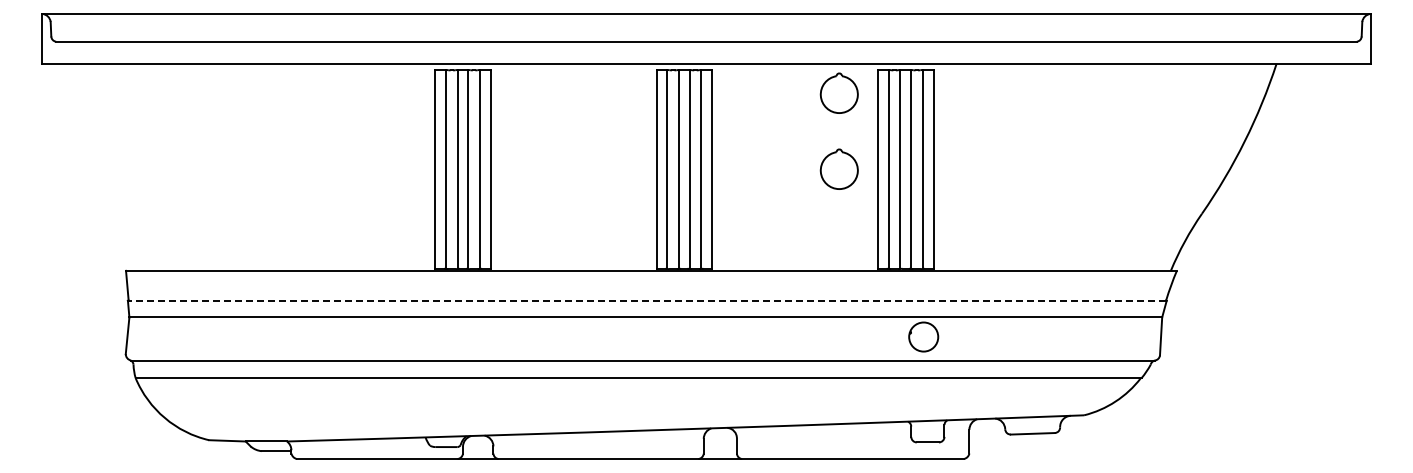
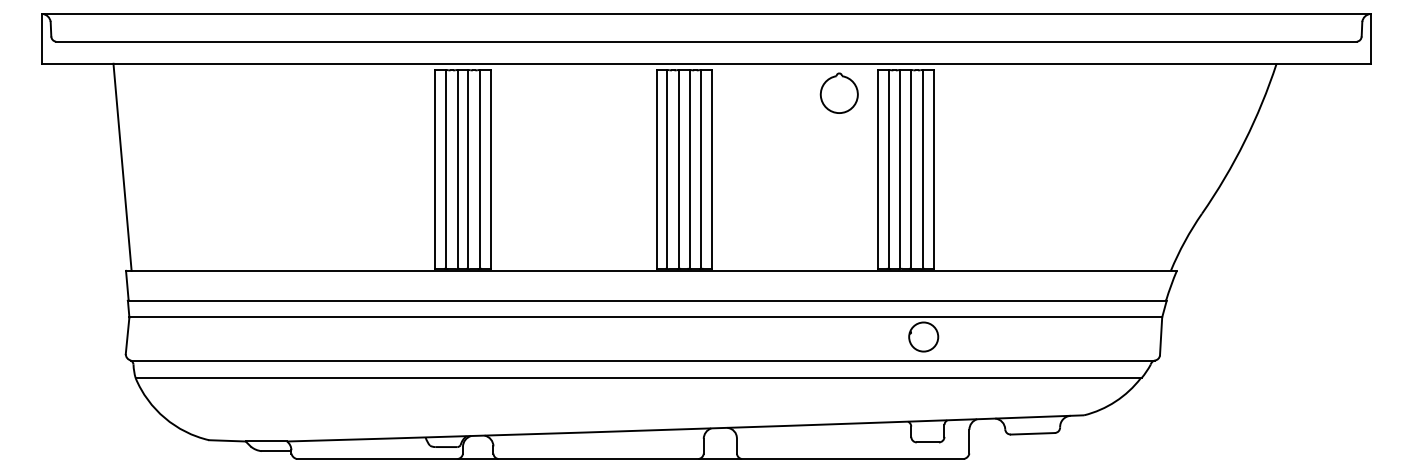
line at (122, 166): none -> present
part at (838, 168): present -> none
line at (647, 300): dashed -> solid
